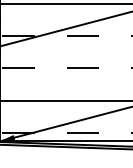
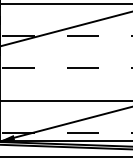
line at (65, 156): none -> present
